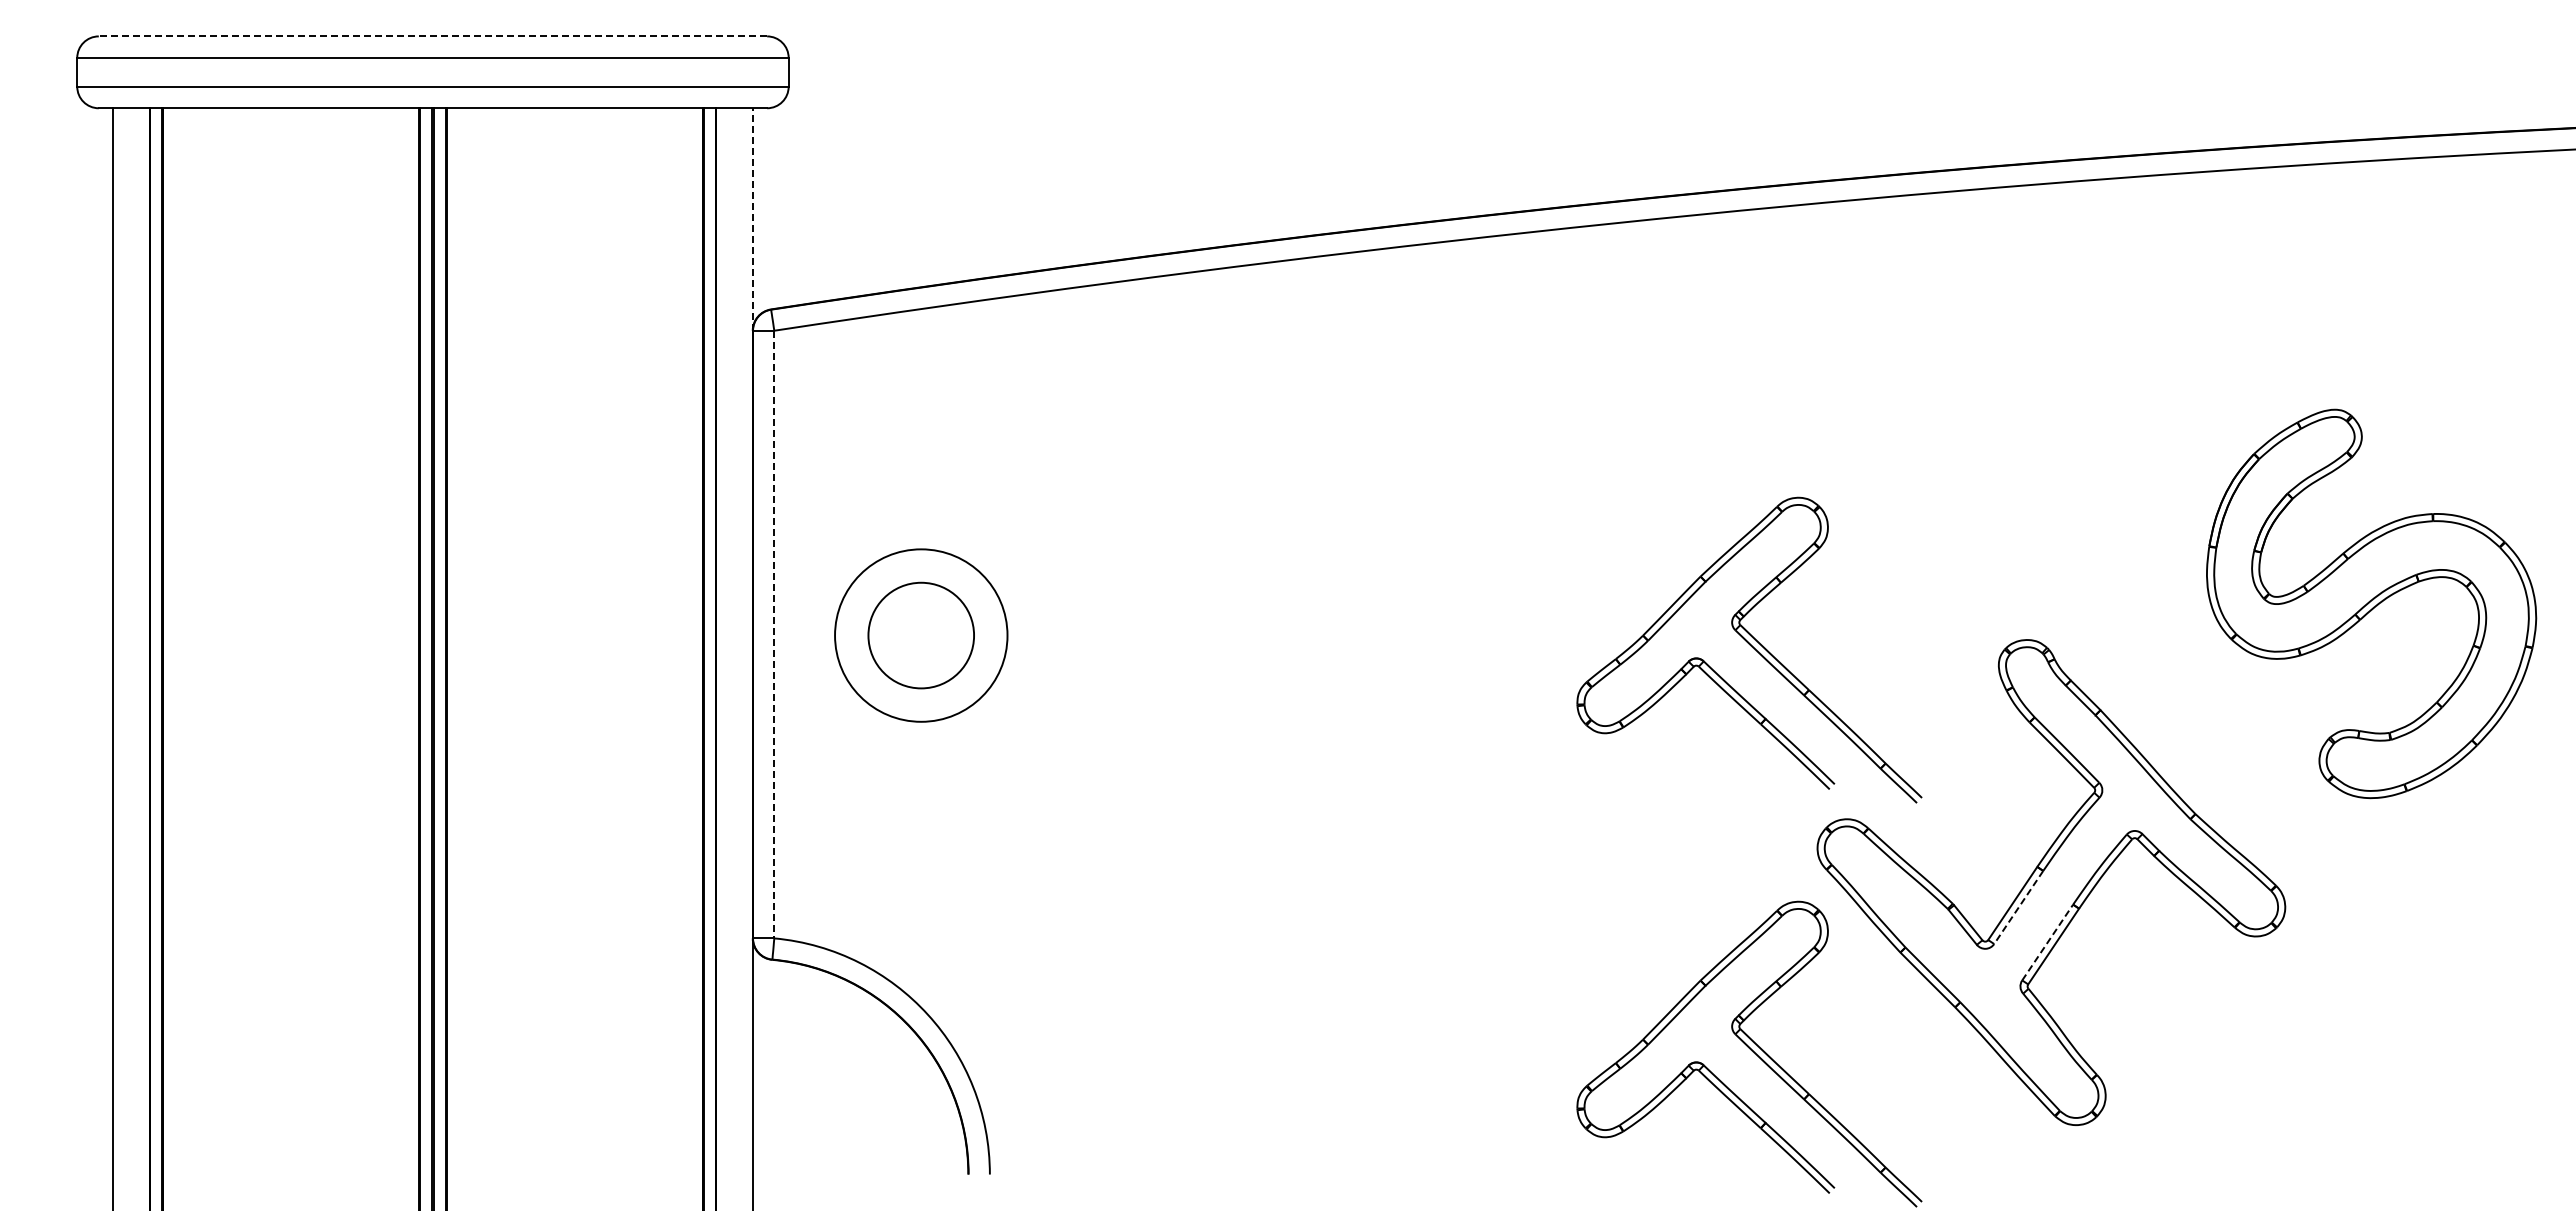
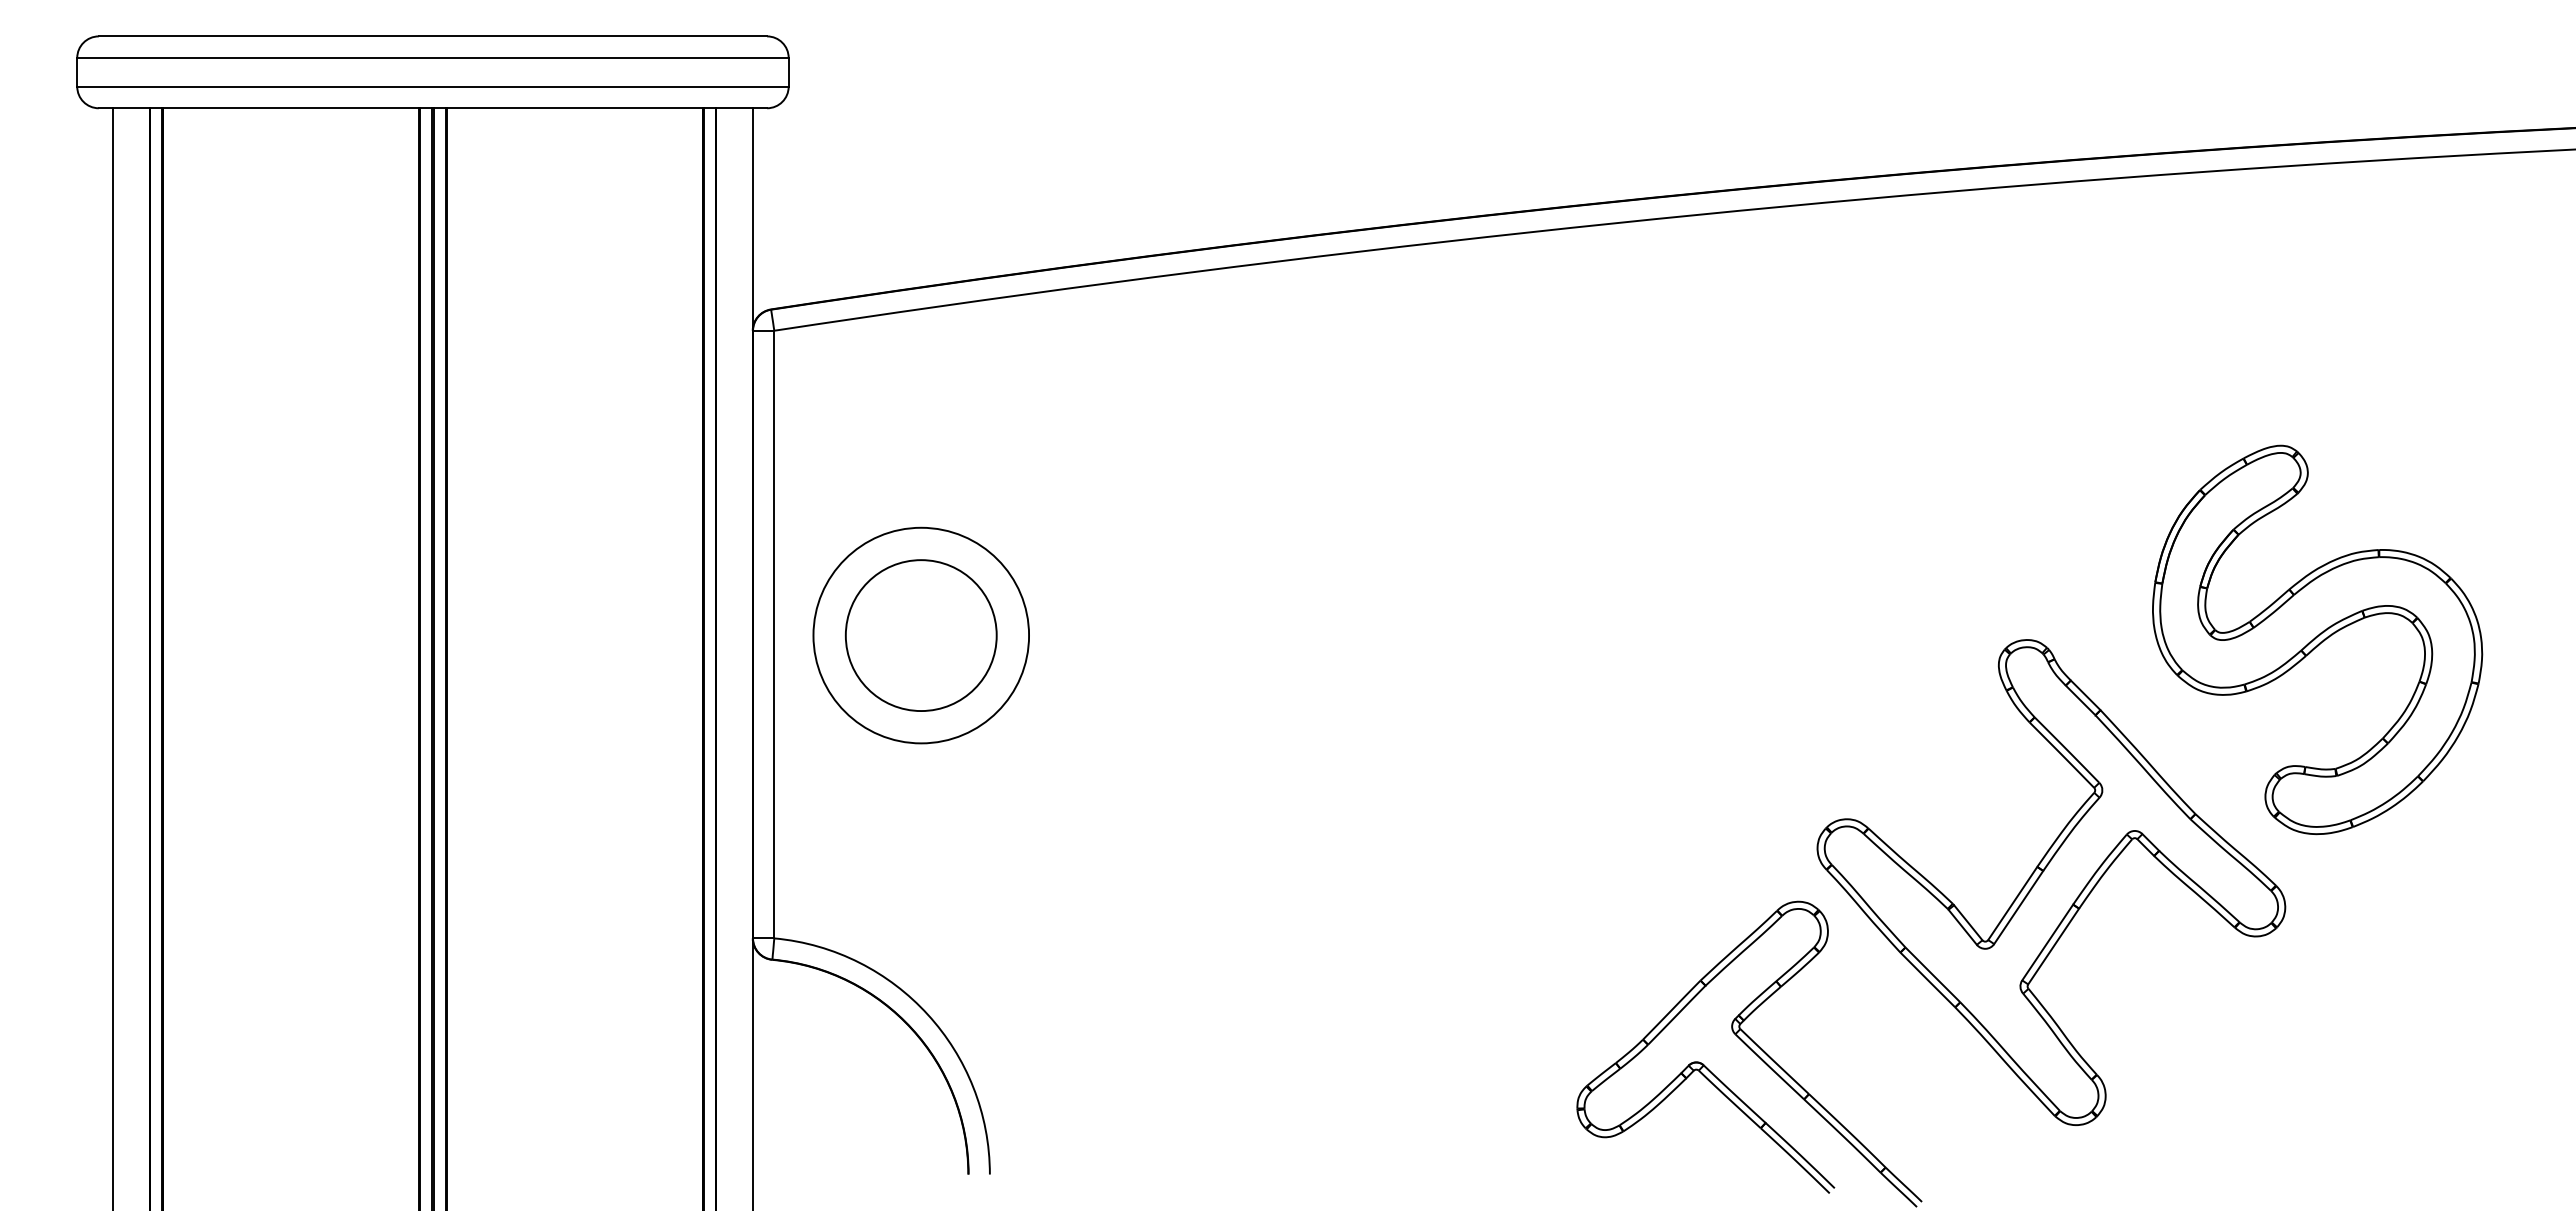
line at (432, 36): dashed -> solid
line at (752, 219): dashed -> solid
part at (2371, 603) position: (2371, 603) -> (2317, 639)
line at (774, 634): dashed -> solid
circle at (921, 635) diameter: 106 px -> 151 px
circle at (921, 635) diameter: 172 px -> 216 px
part at (1749, 649): present -> none
line at (2018, 907): dashed -> solid
line at (2047, 942): dashed -> solid
